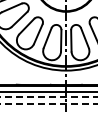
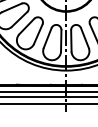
line at (49, 97): dashed -> solid
line at (49, 103): dashed -> solid
